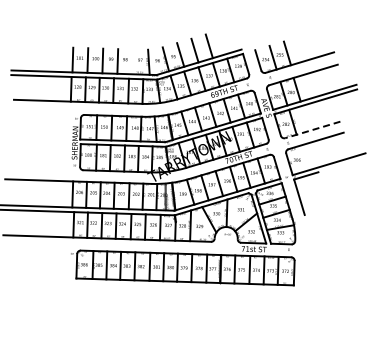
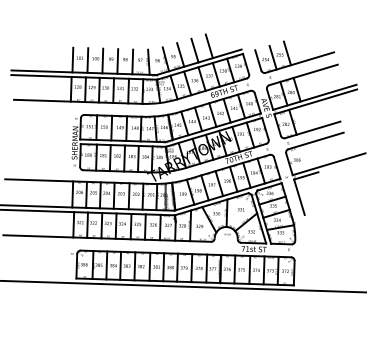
line at (132, 61): none -> present
line at (312, 129): dashed -> solid
line at (182, 286): none -> present
